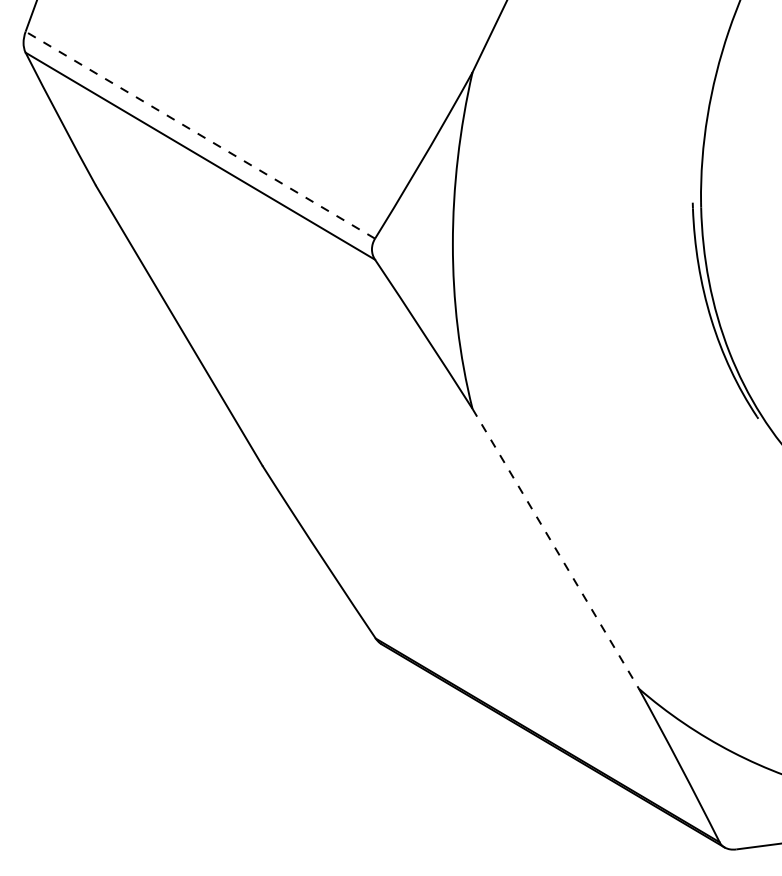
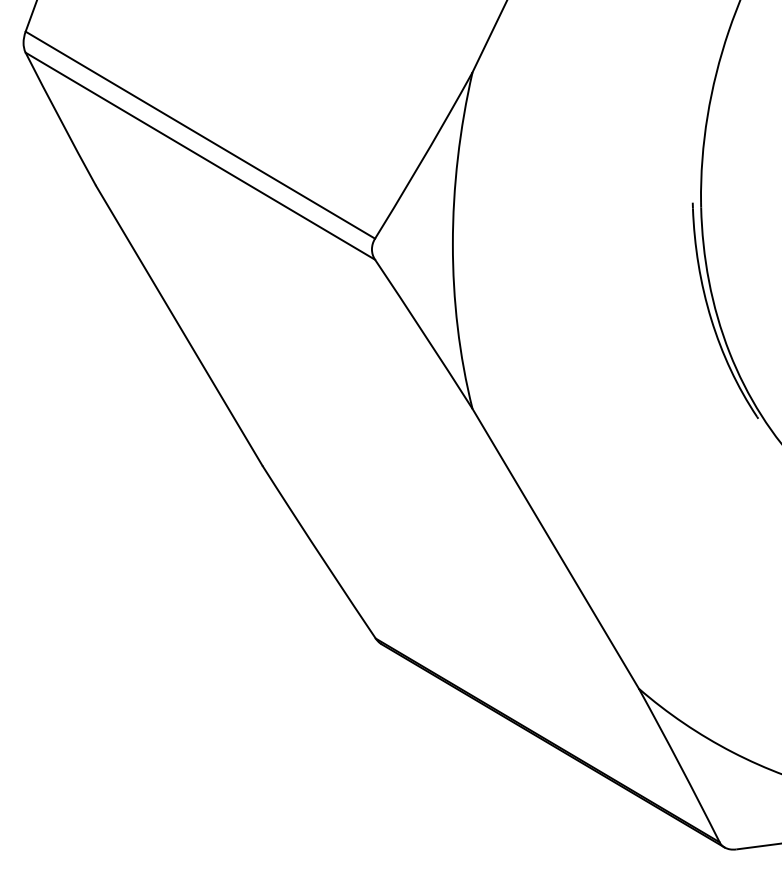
line at (199, 134): dashed -> solid
line at (555, 548): dashed -> solid
